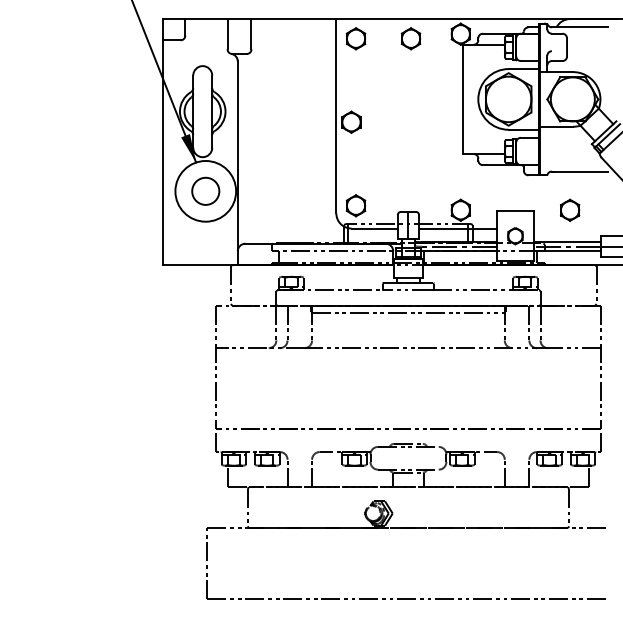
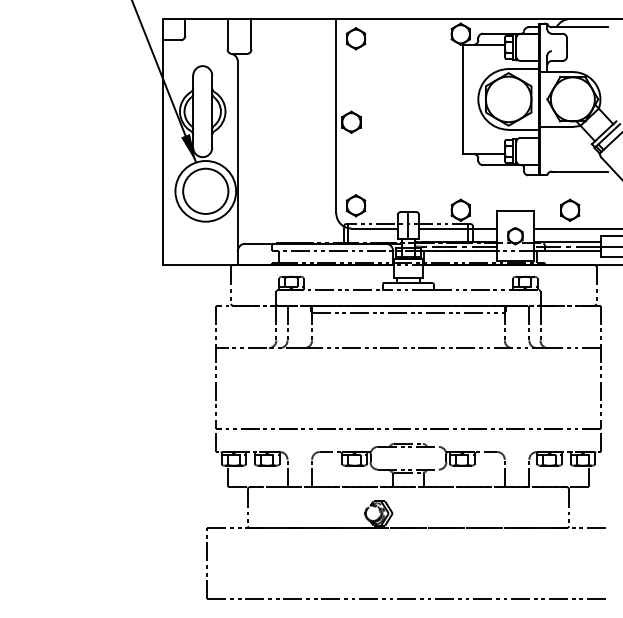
part at (410, 38): present -> none
circle at (205, 190) diameter: 27 px -> 45 px
line at (576, 228): none -> present
